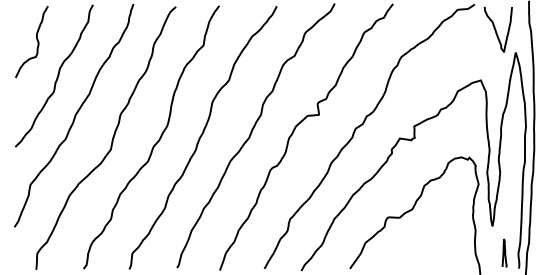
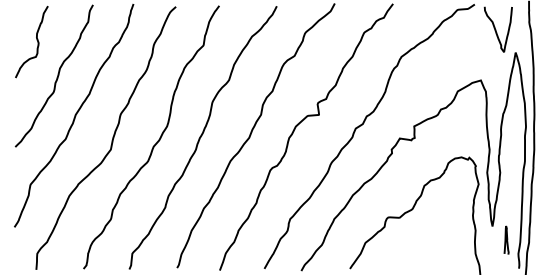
curve at (504, 252) position: (504, 252) -> (506, 239)
